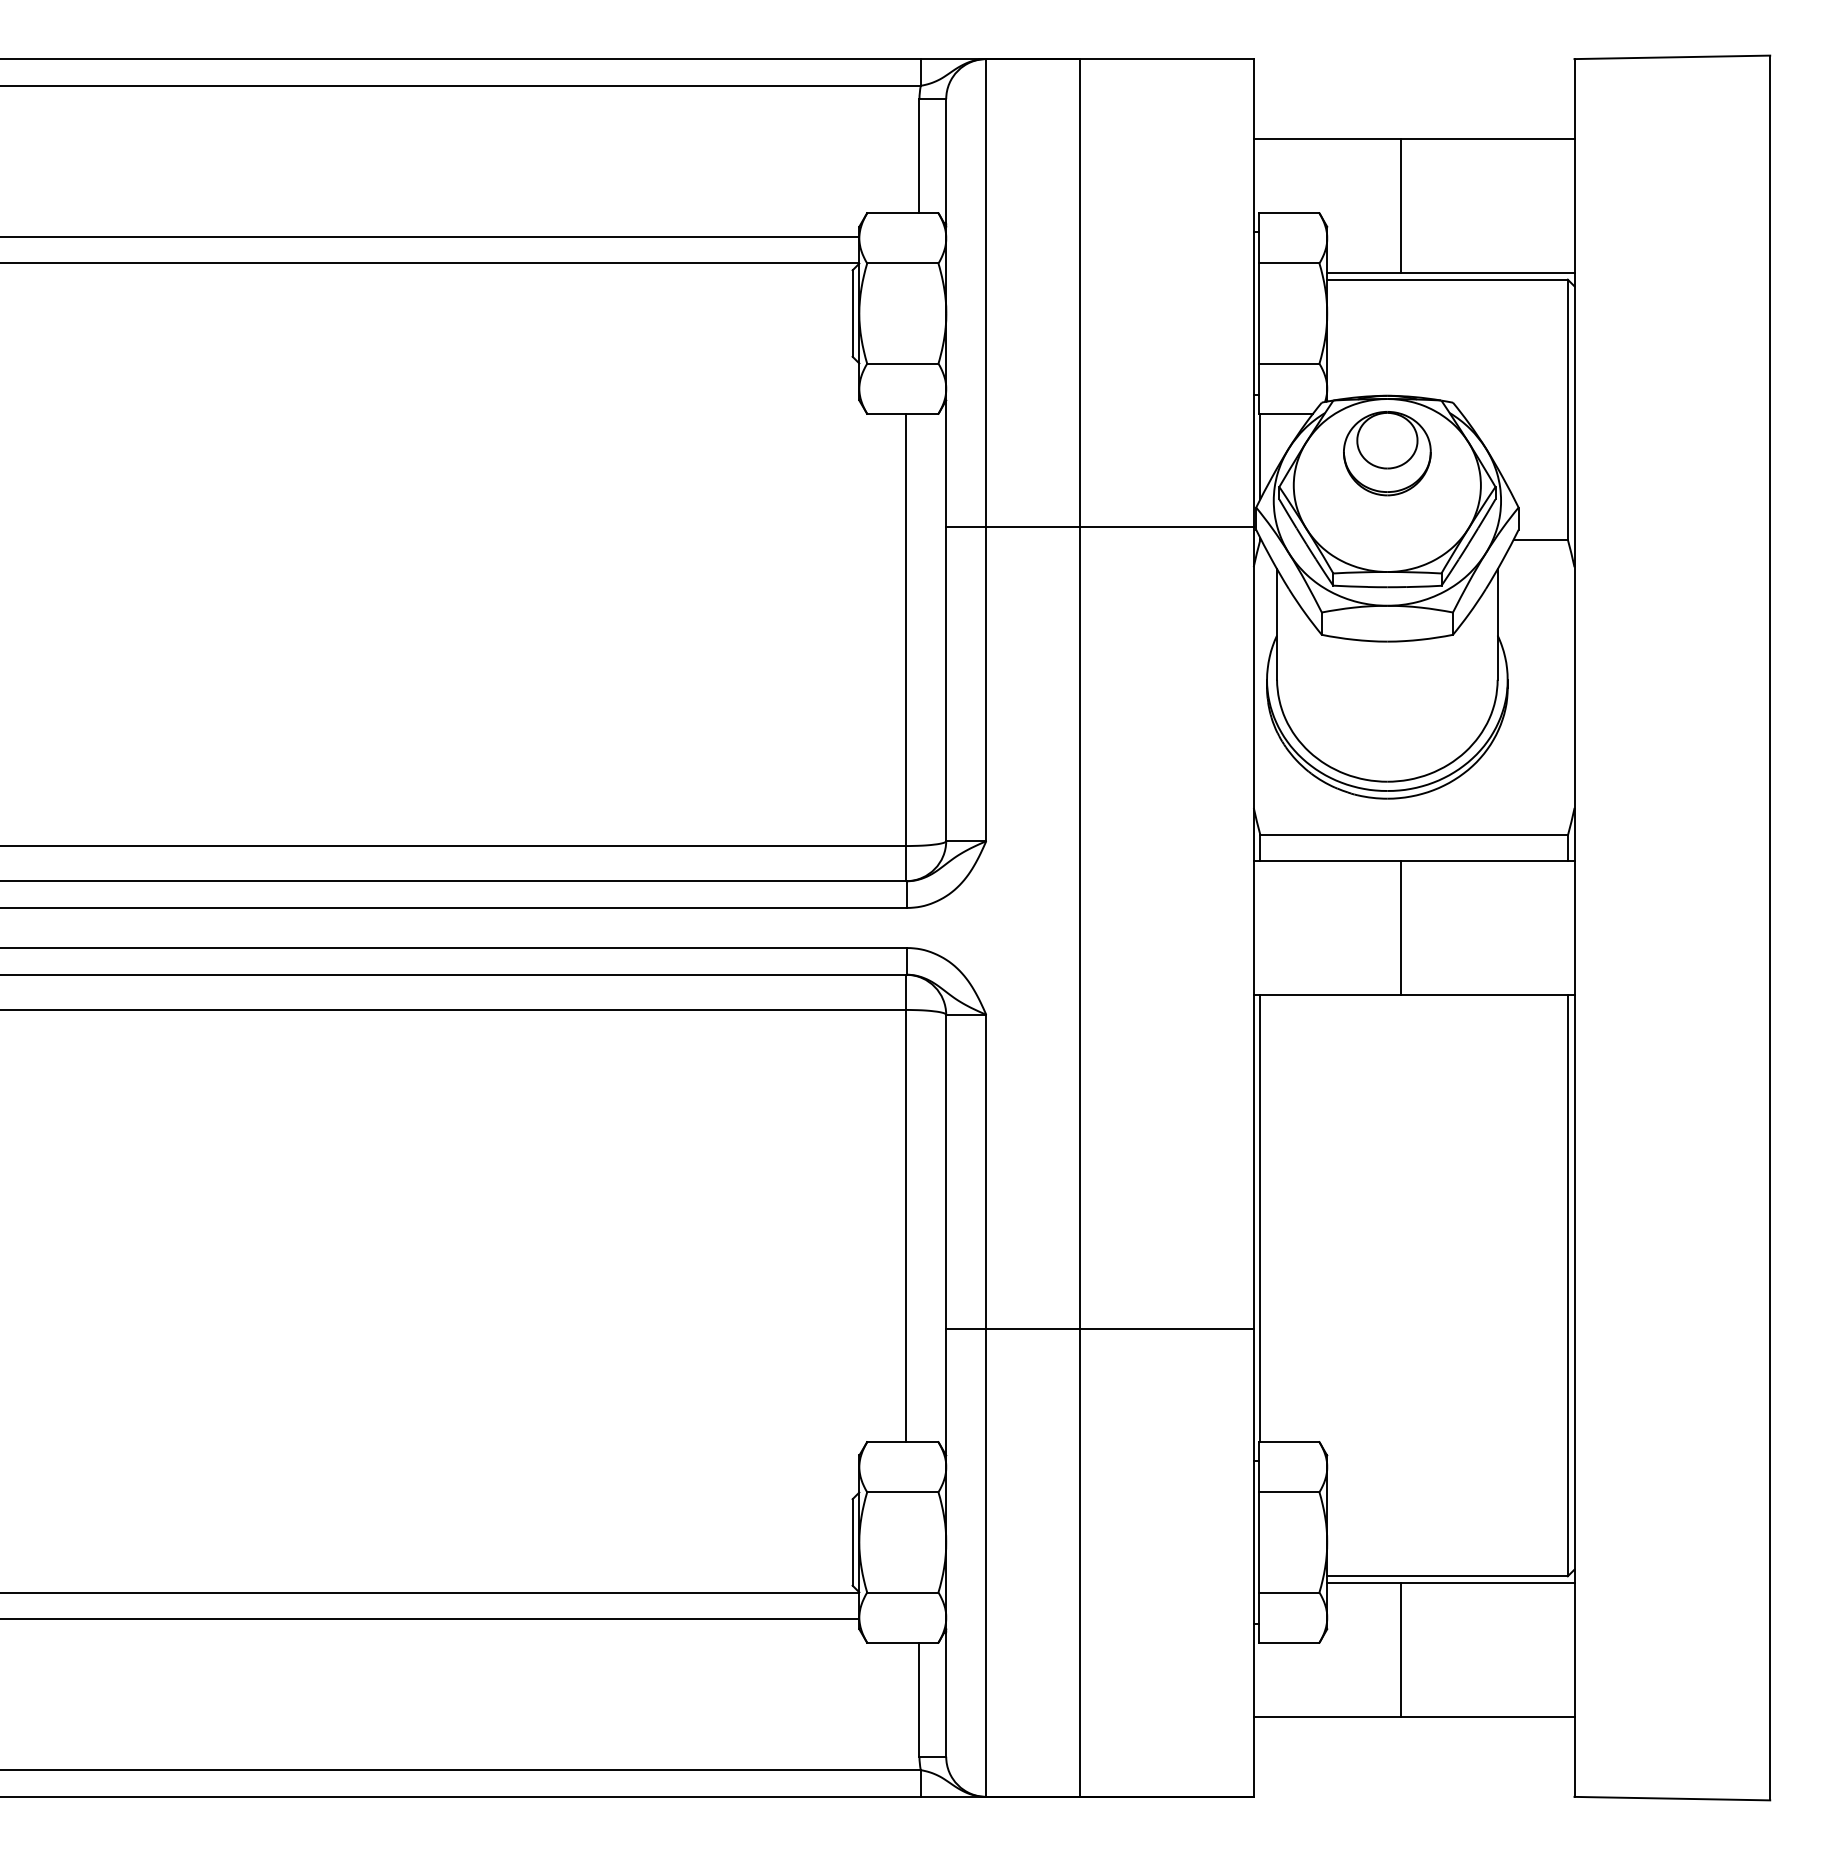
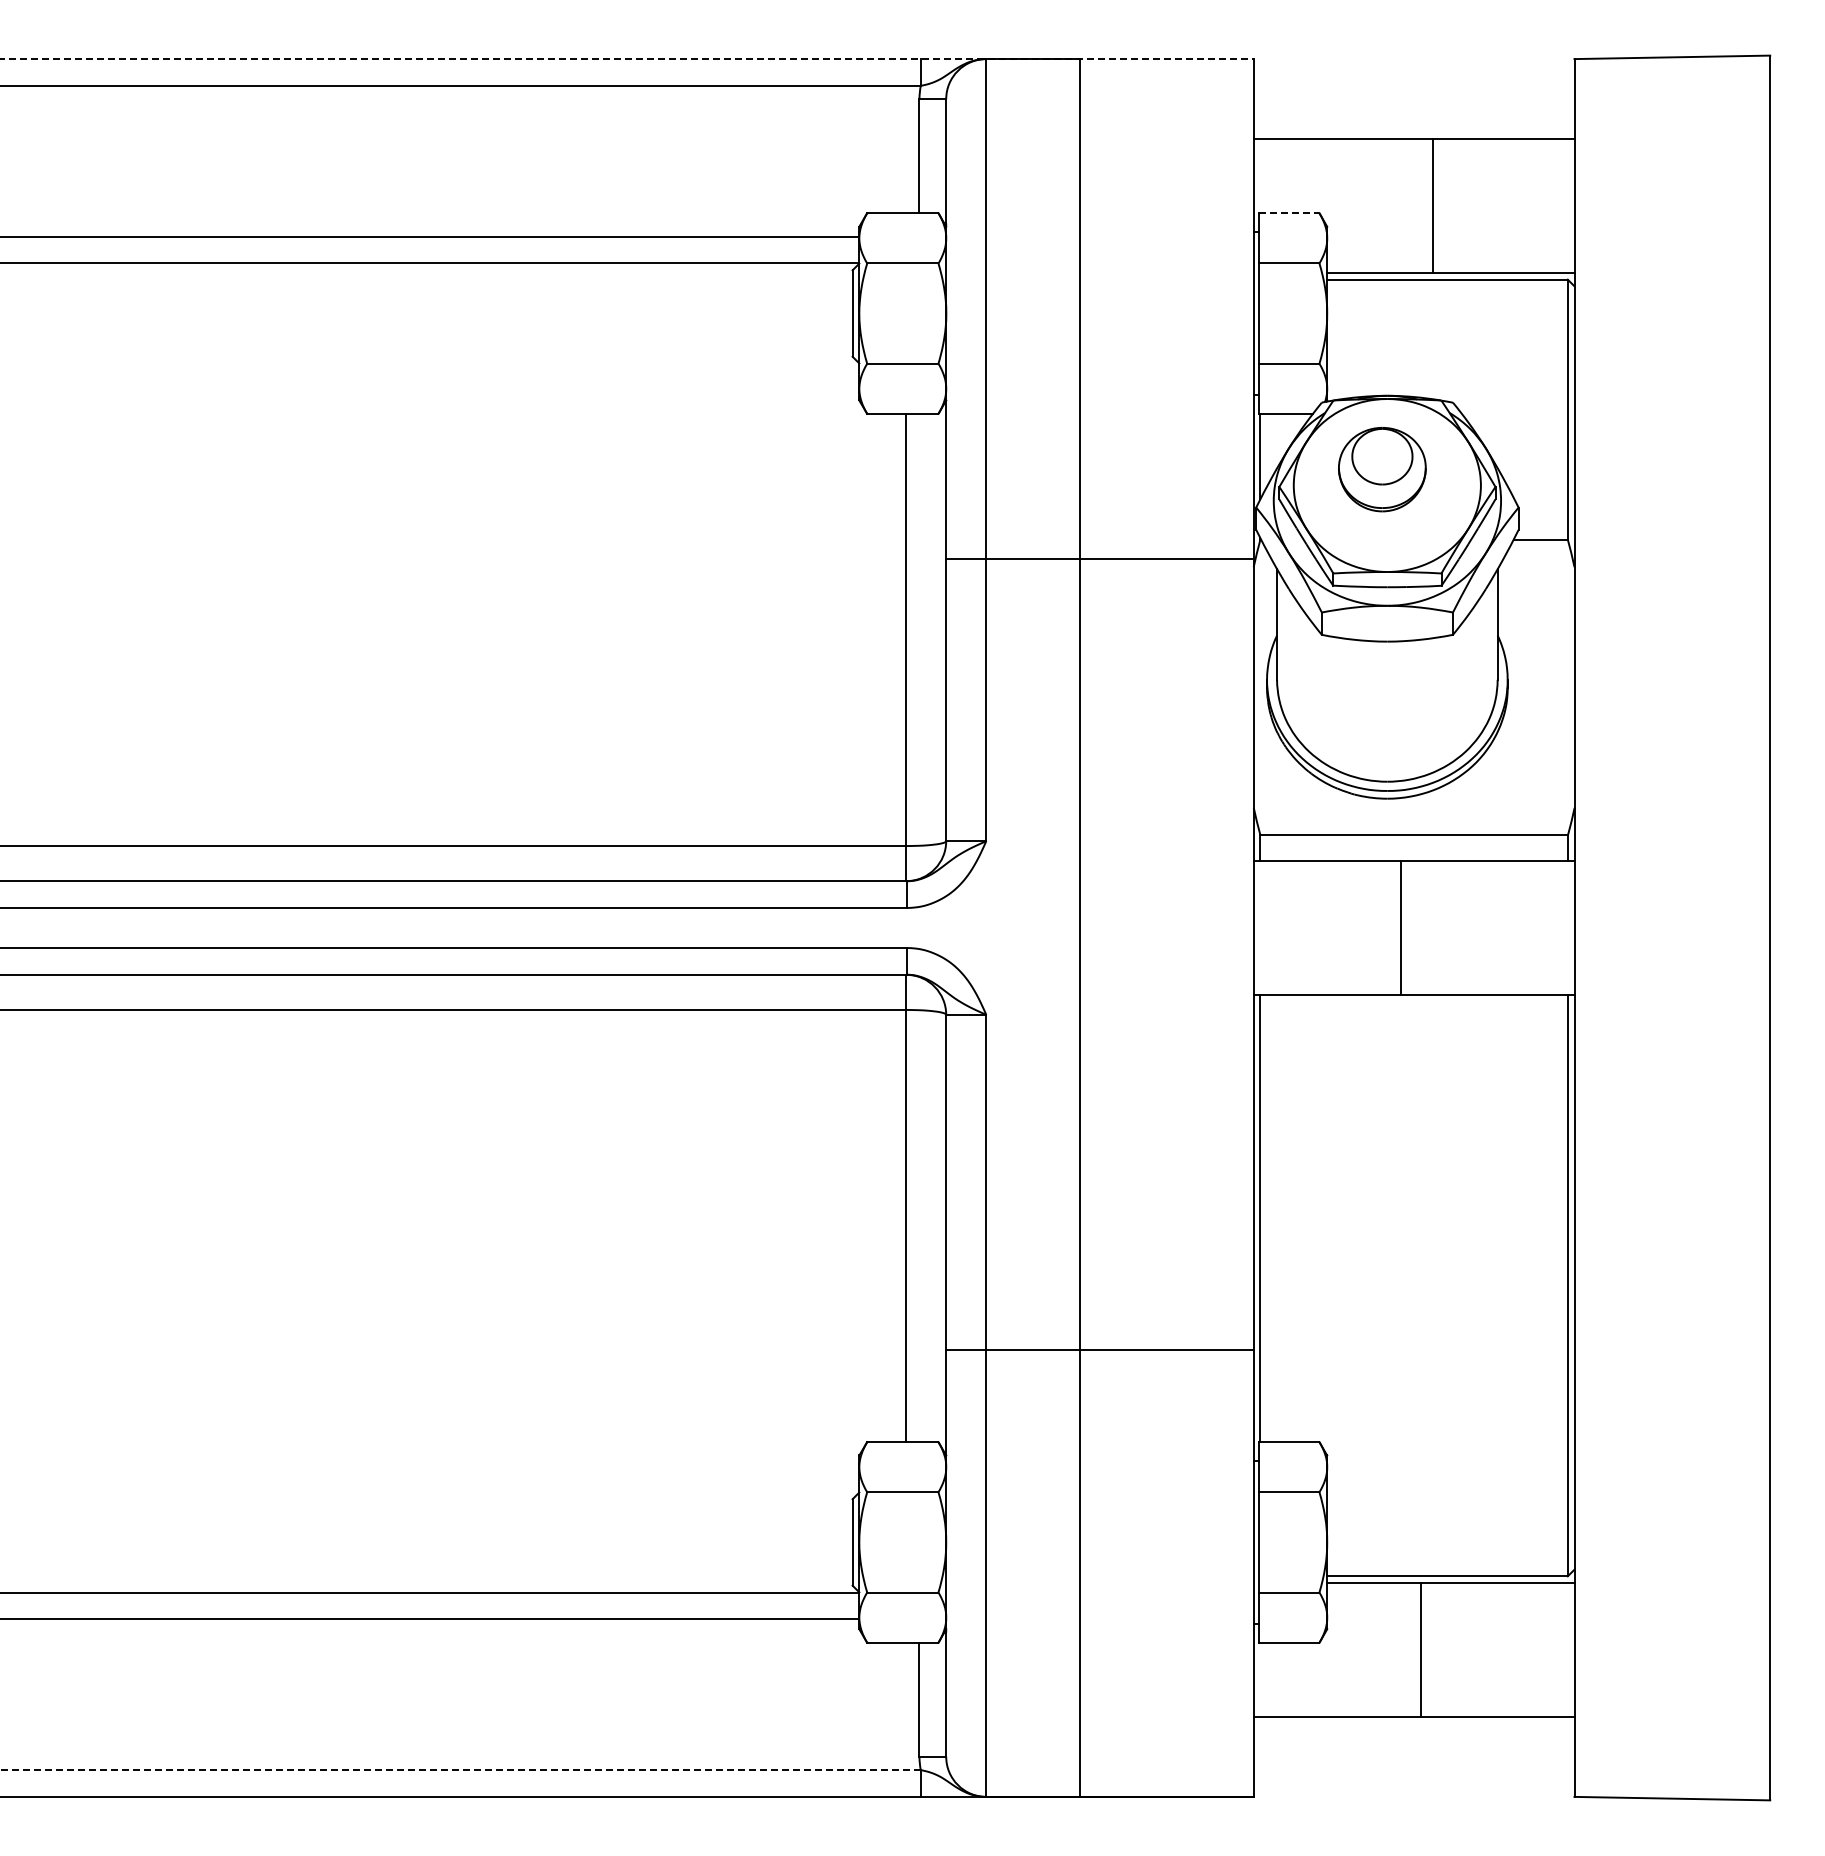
line at (626, 59): solid -> dashed
line at (1400, 205) position: (1400, 205) -> (1432, 205)
line at (1289, 213): solid -> dashed
part at (1387, 453) position: (1387, 453) -> (1382, 469)
line at (1099, 526) position: (1099, 526) -> (1099, 558)
line at (1099, 1329) position: (1099, 1329) -> (1099, 1350)
line at (1400, 1649) position: (1400, 1649) -> (1420, 1649)
line at (461, 1770): solid -> dashed
